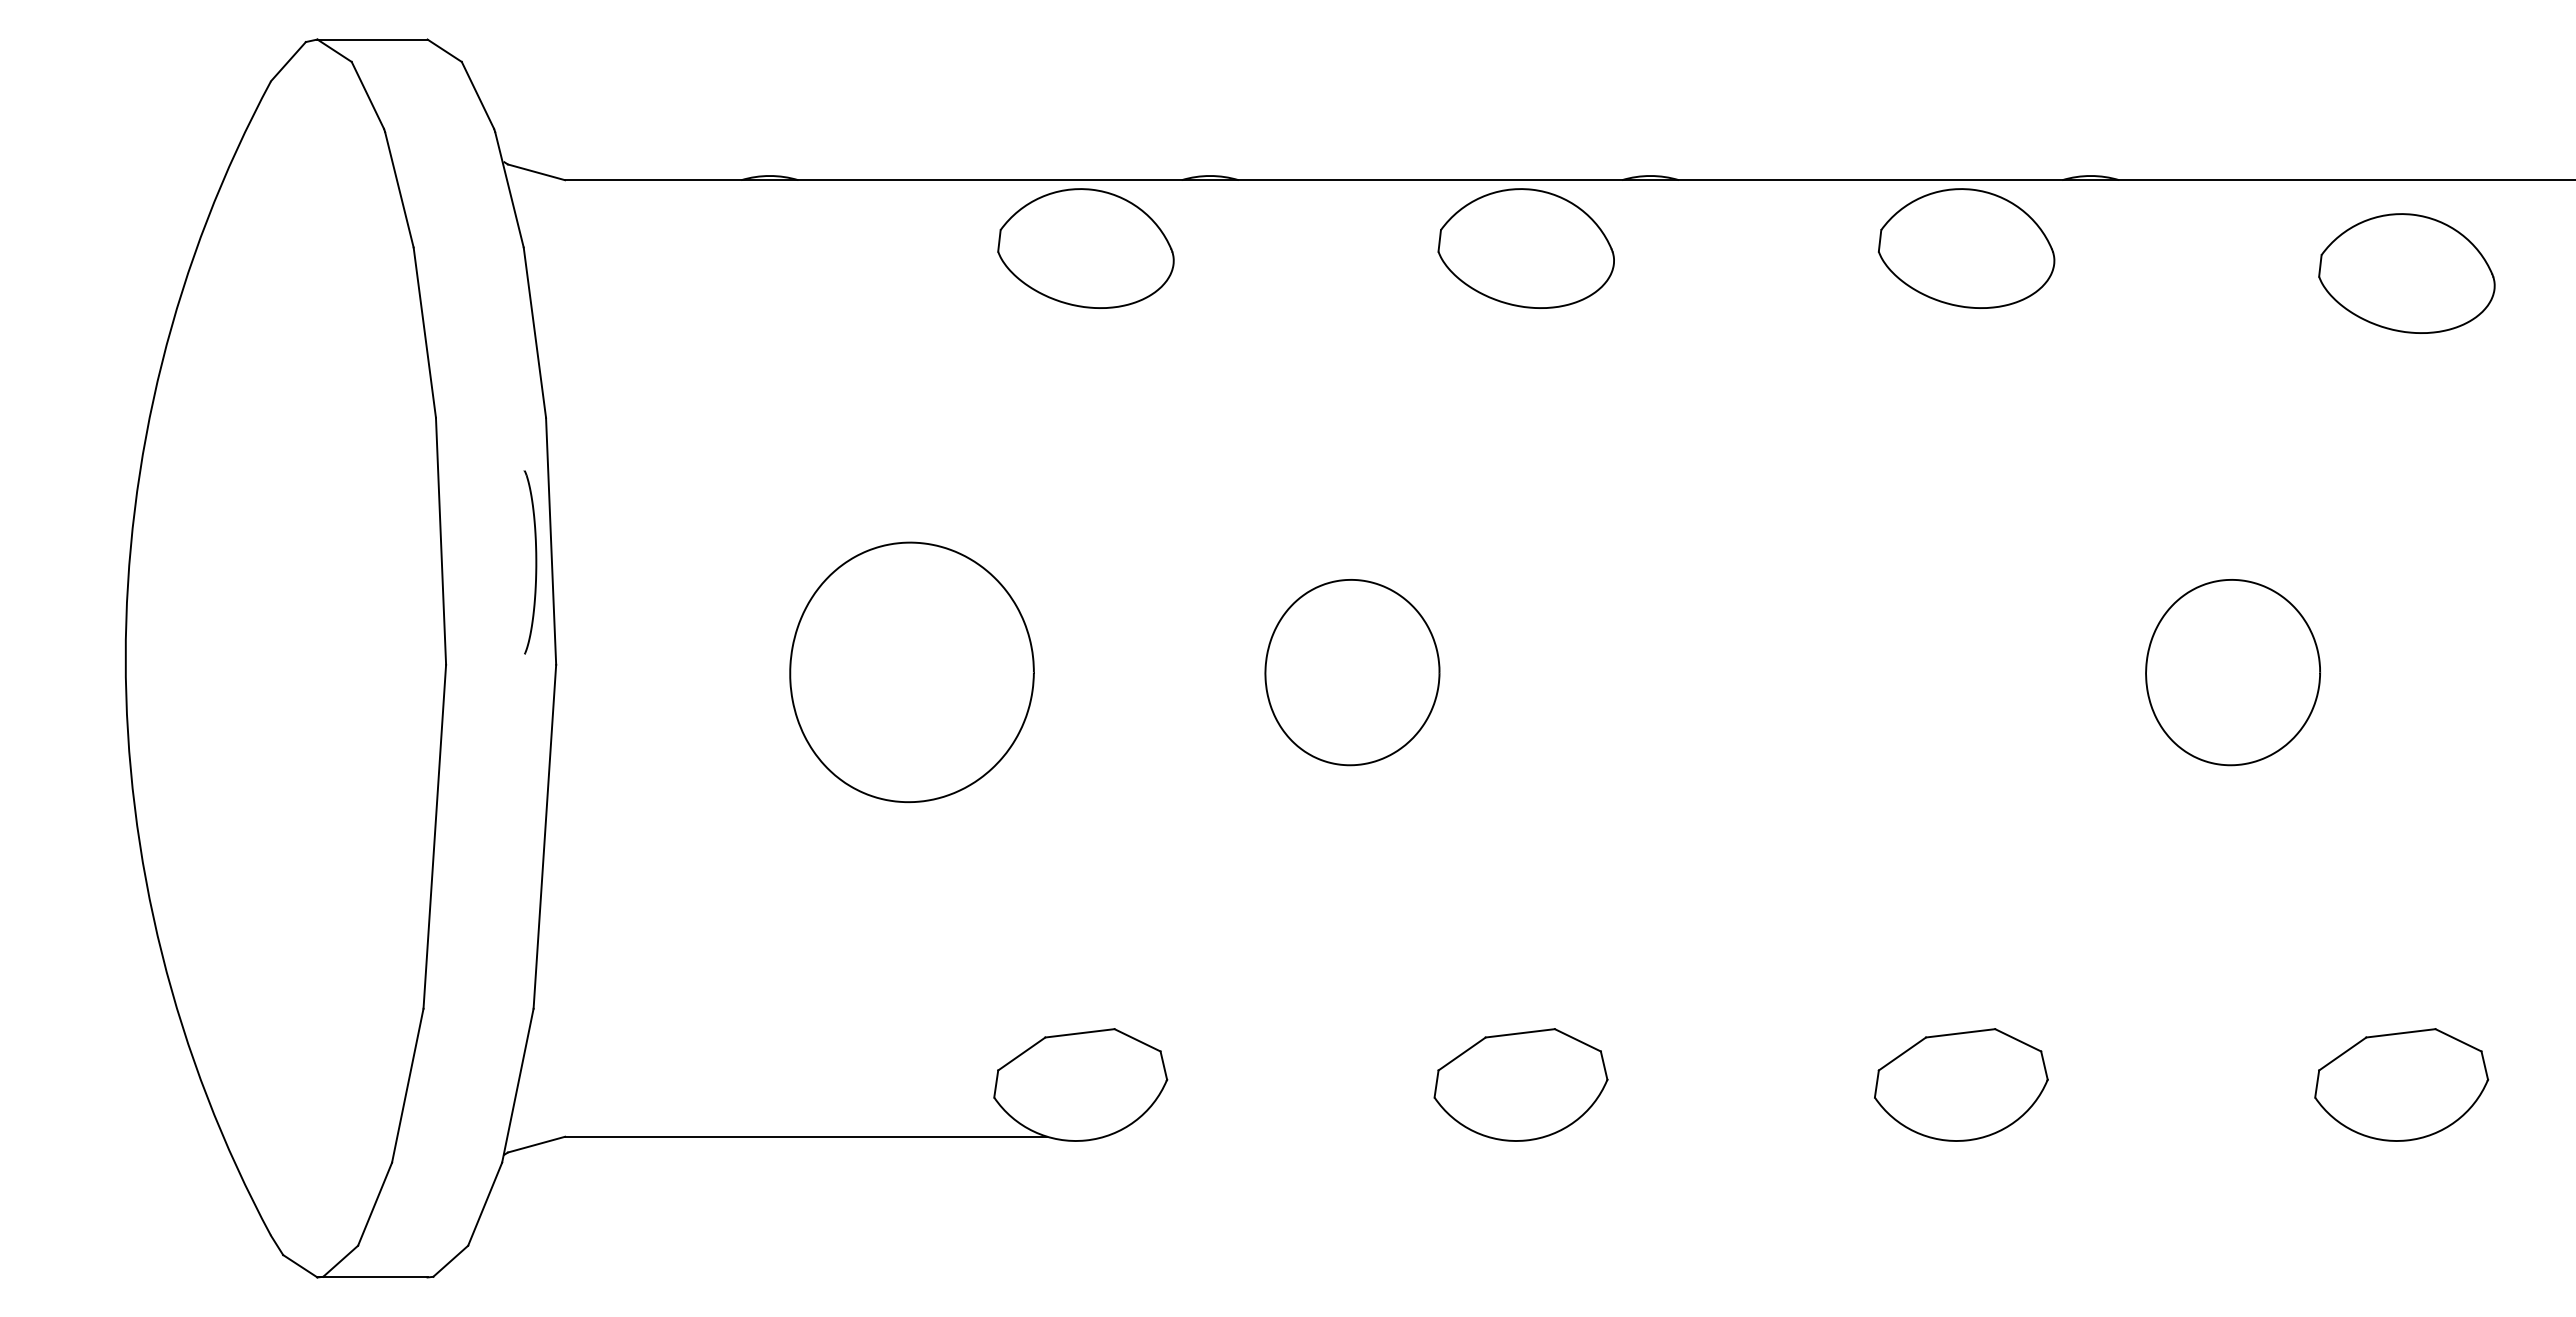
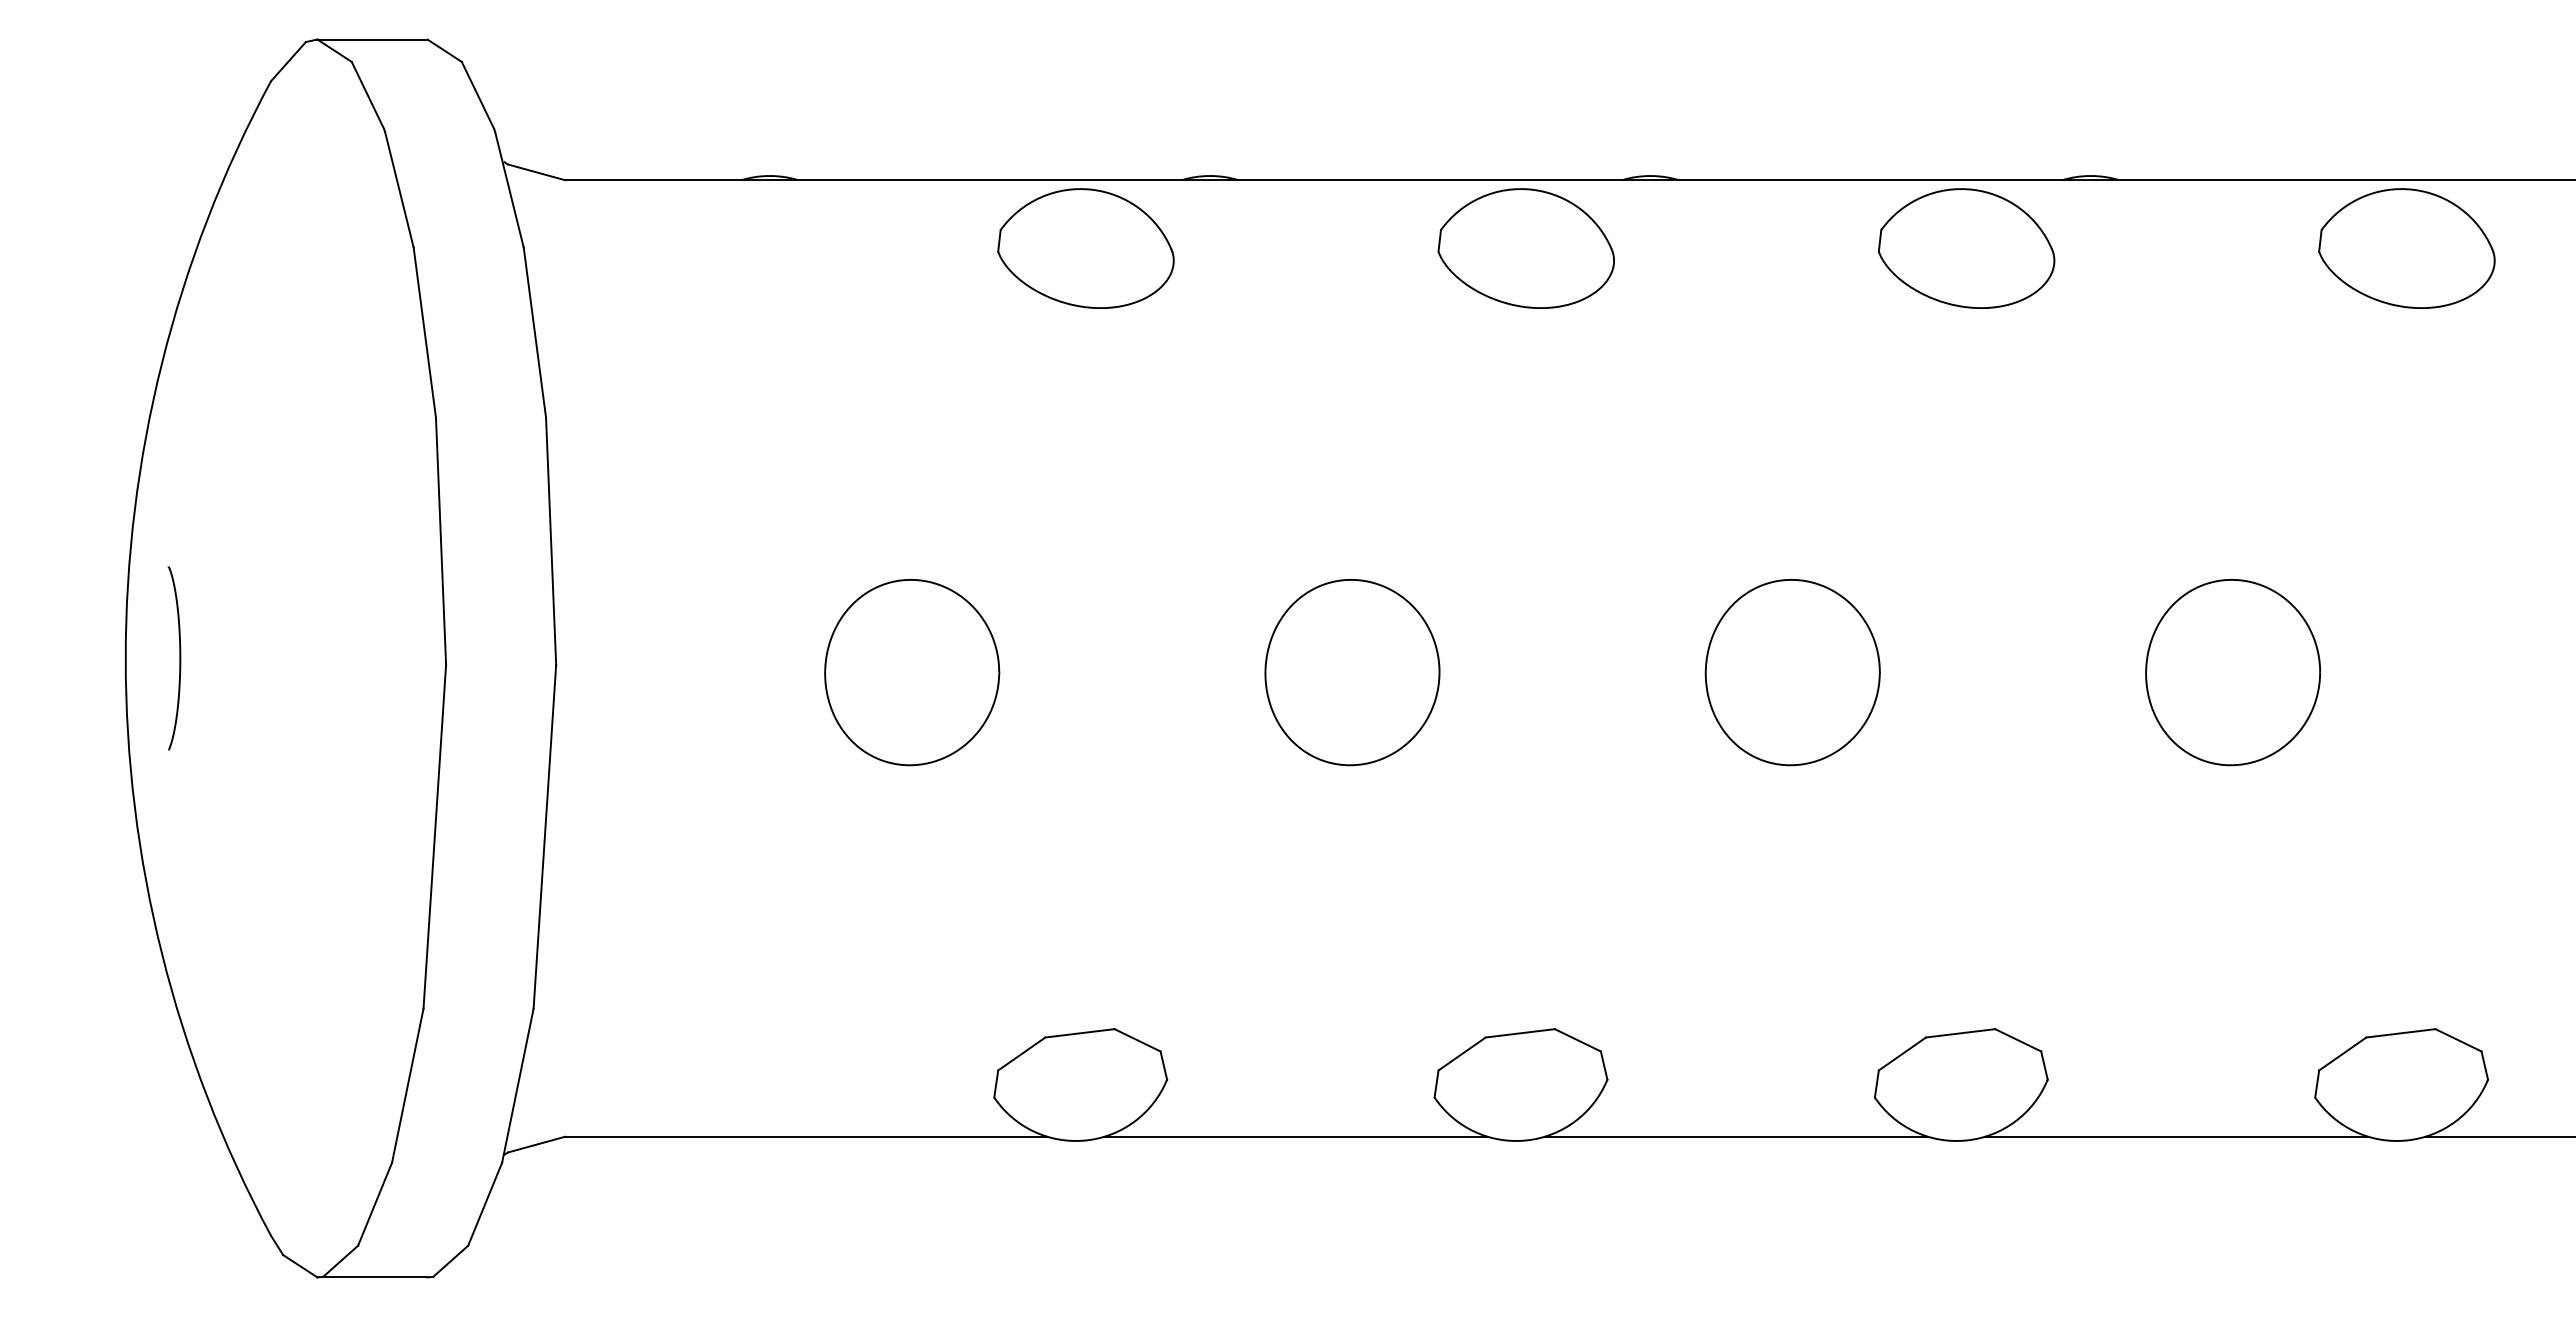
part at (2406, 273) position: (2406, 273) -> (2406, 248)
part at (530, 562) position: (530, 562) -> (174, 658)
part at (911, 672) size: 246x263 px -> 177x188 px
part at (1792, 672): none -> present
line at (1295, 1136): none -> present
line at (1736, 1136): none -> present
line at (2176, 1136): none -> present
line at (2498, 1136): none -> present
